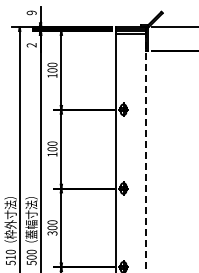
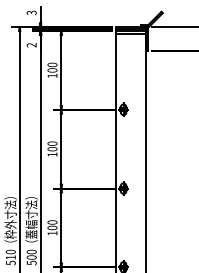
text at (31, 12): 9 -> 3
line at (145, 152): dashed -> solid
text at (52, 233): 300 -> 100
